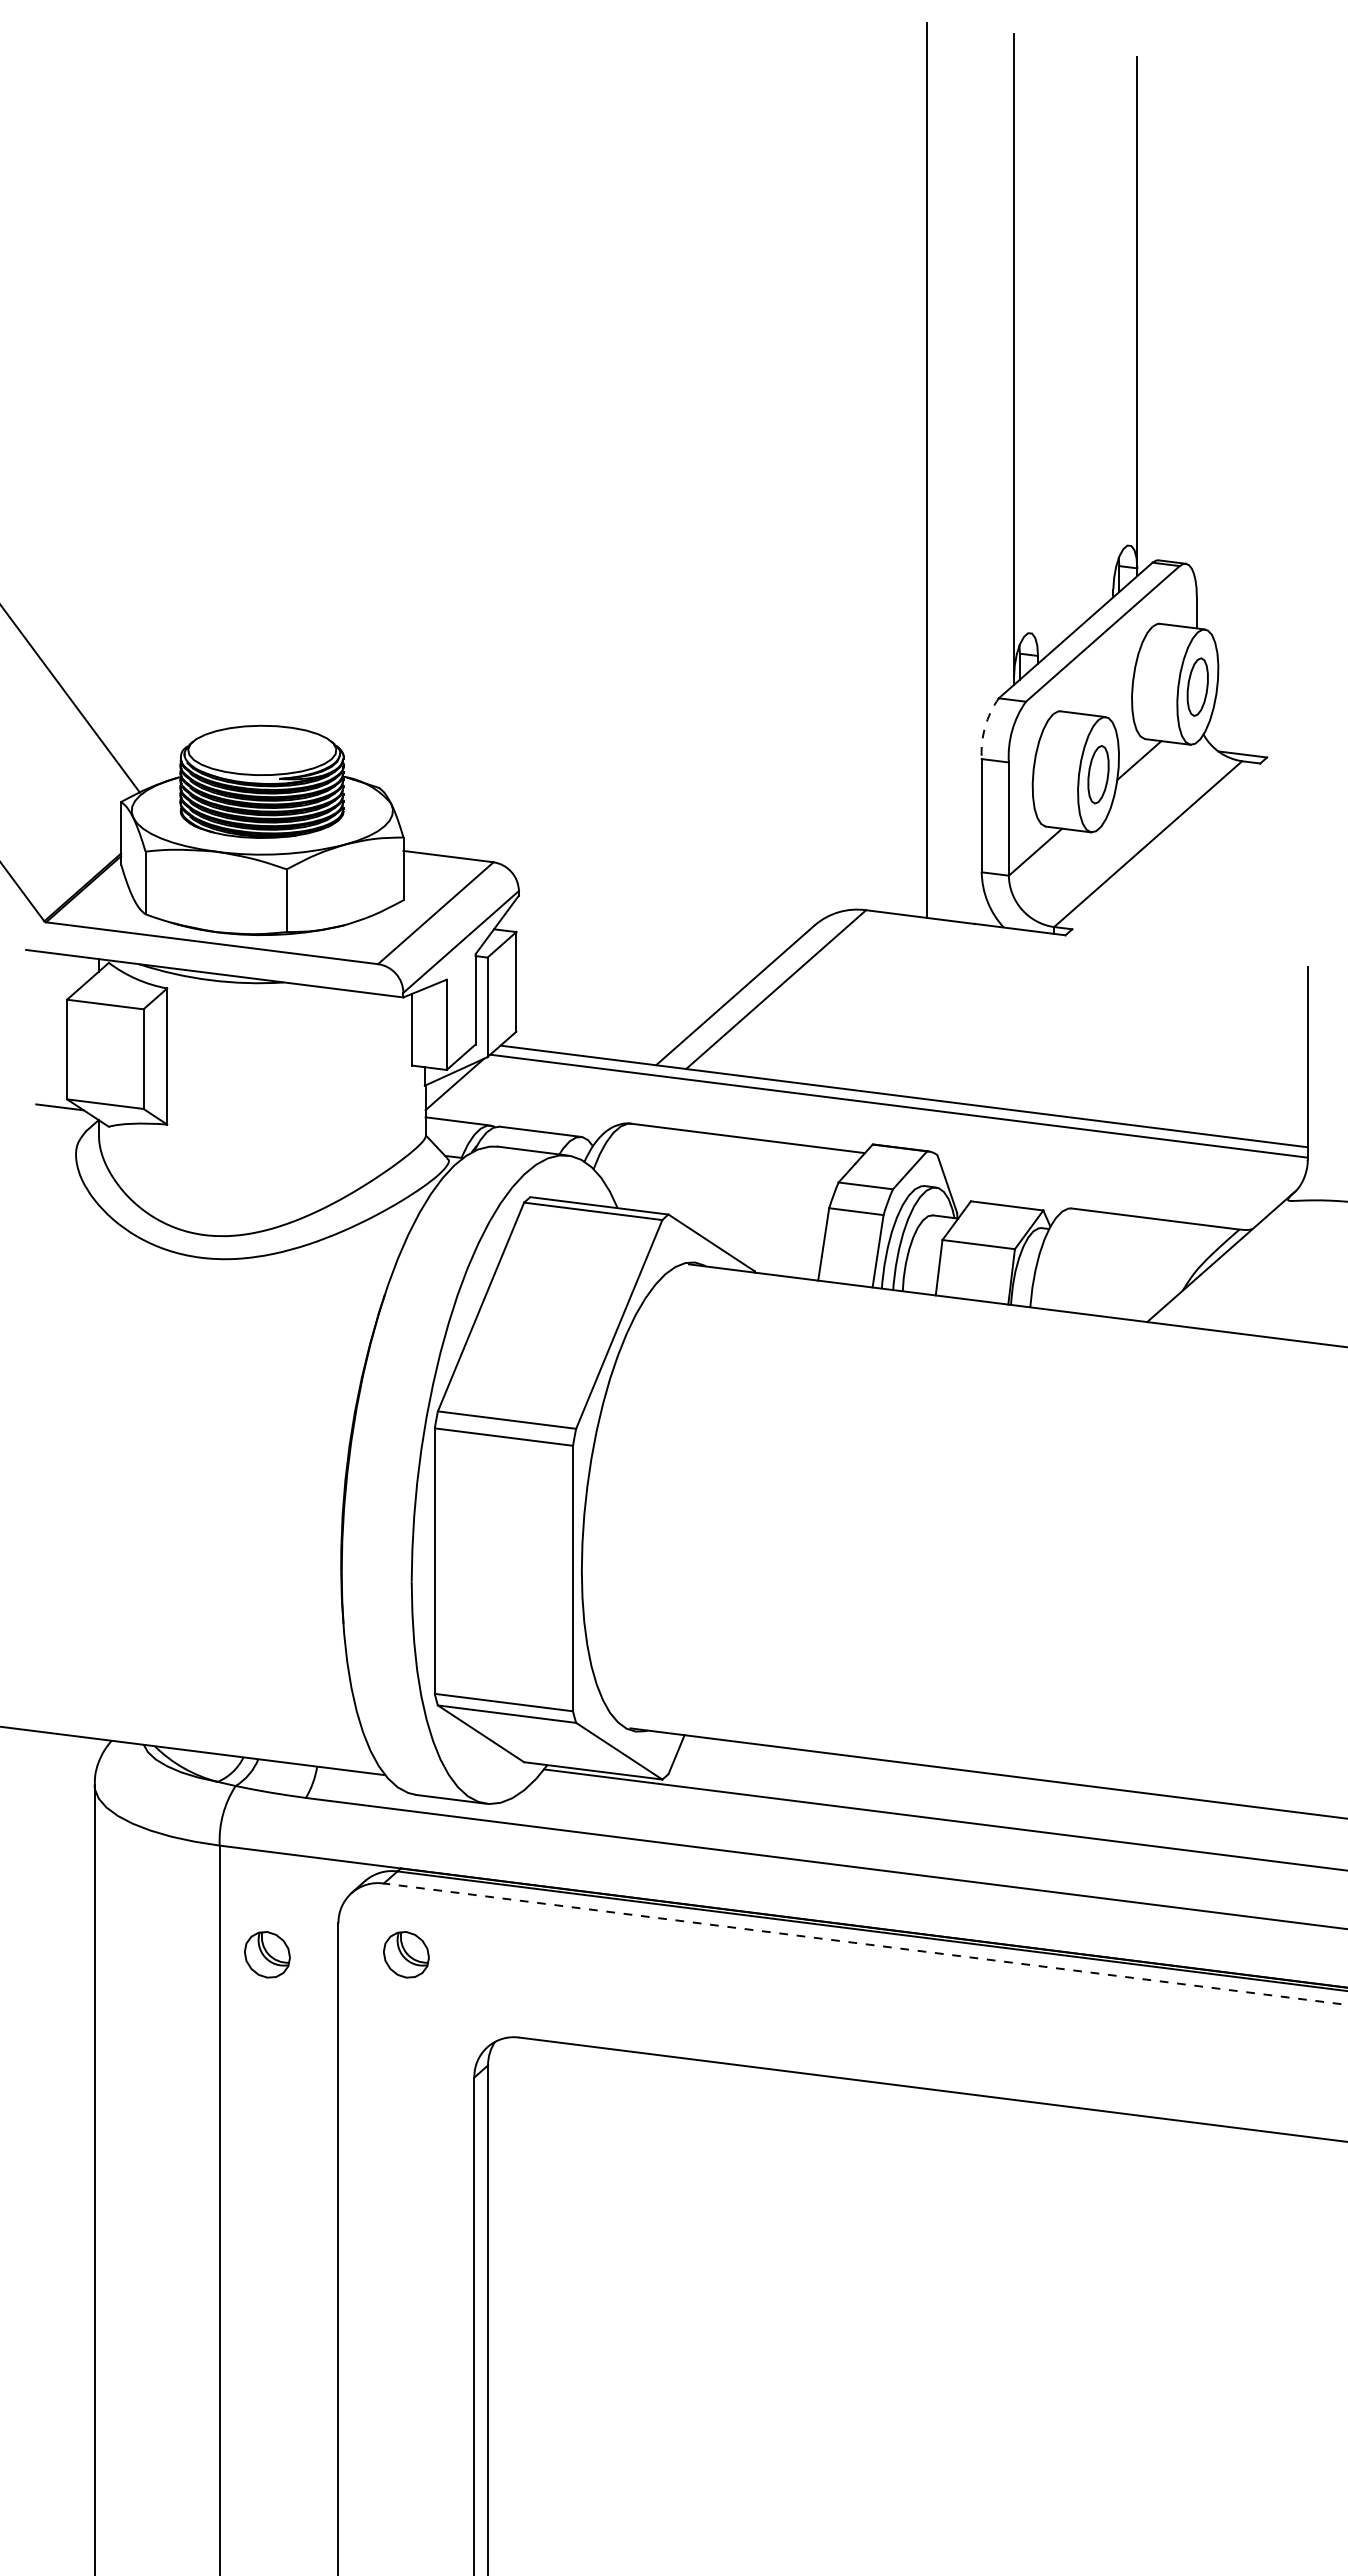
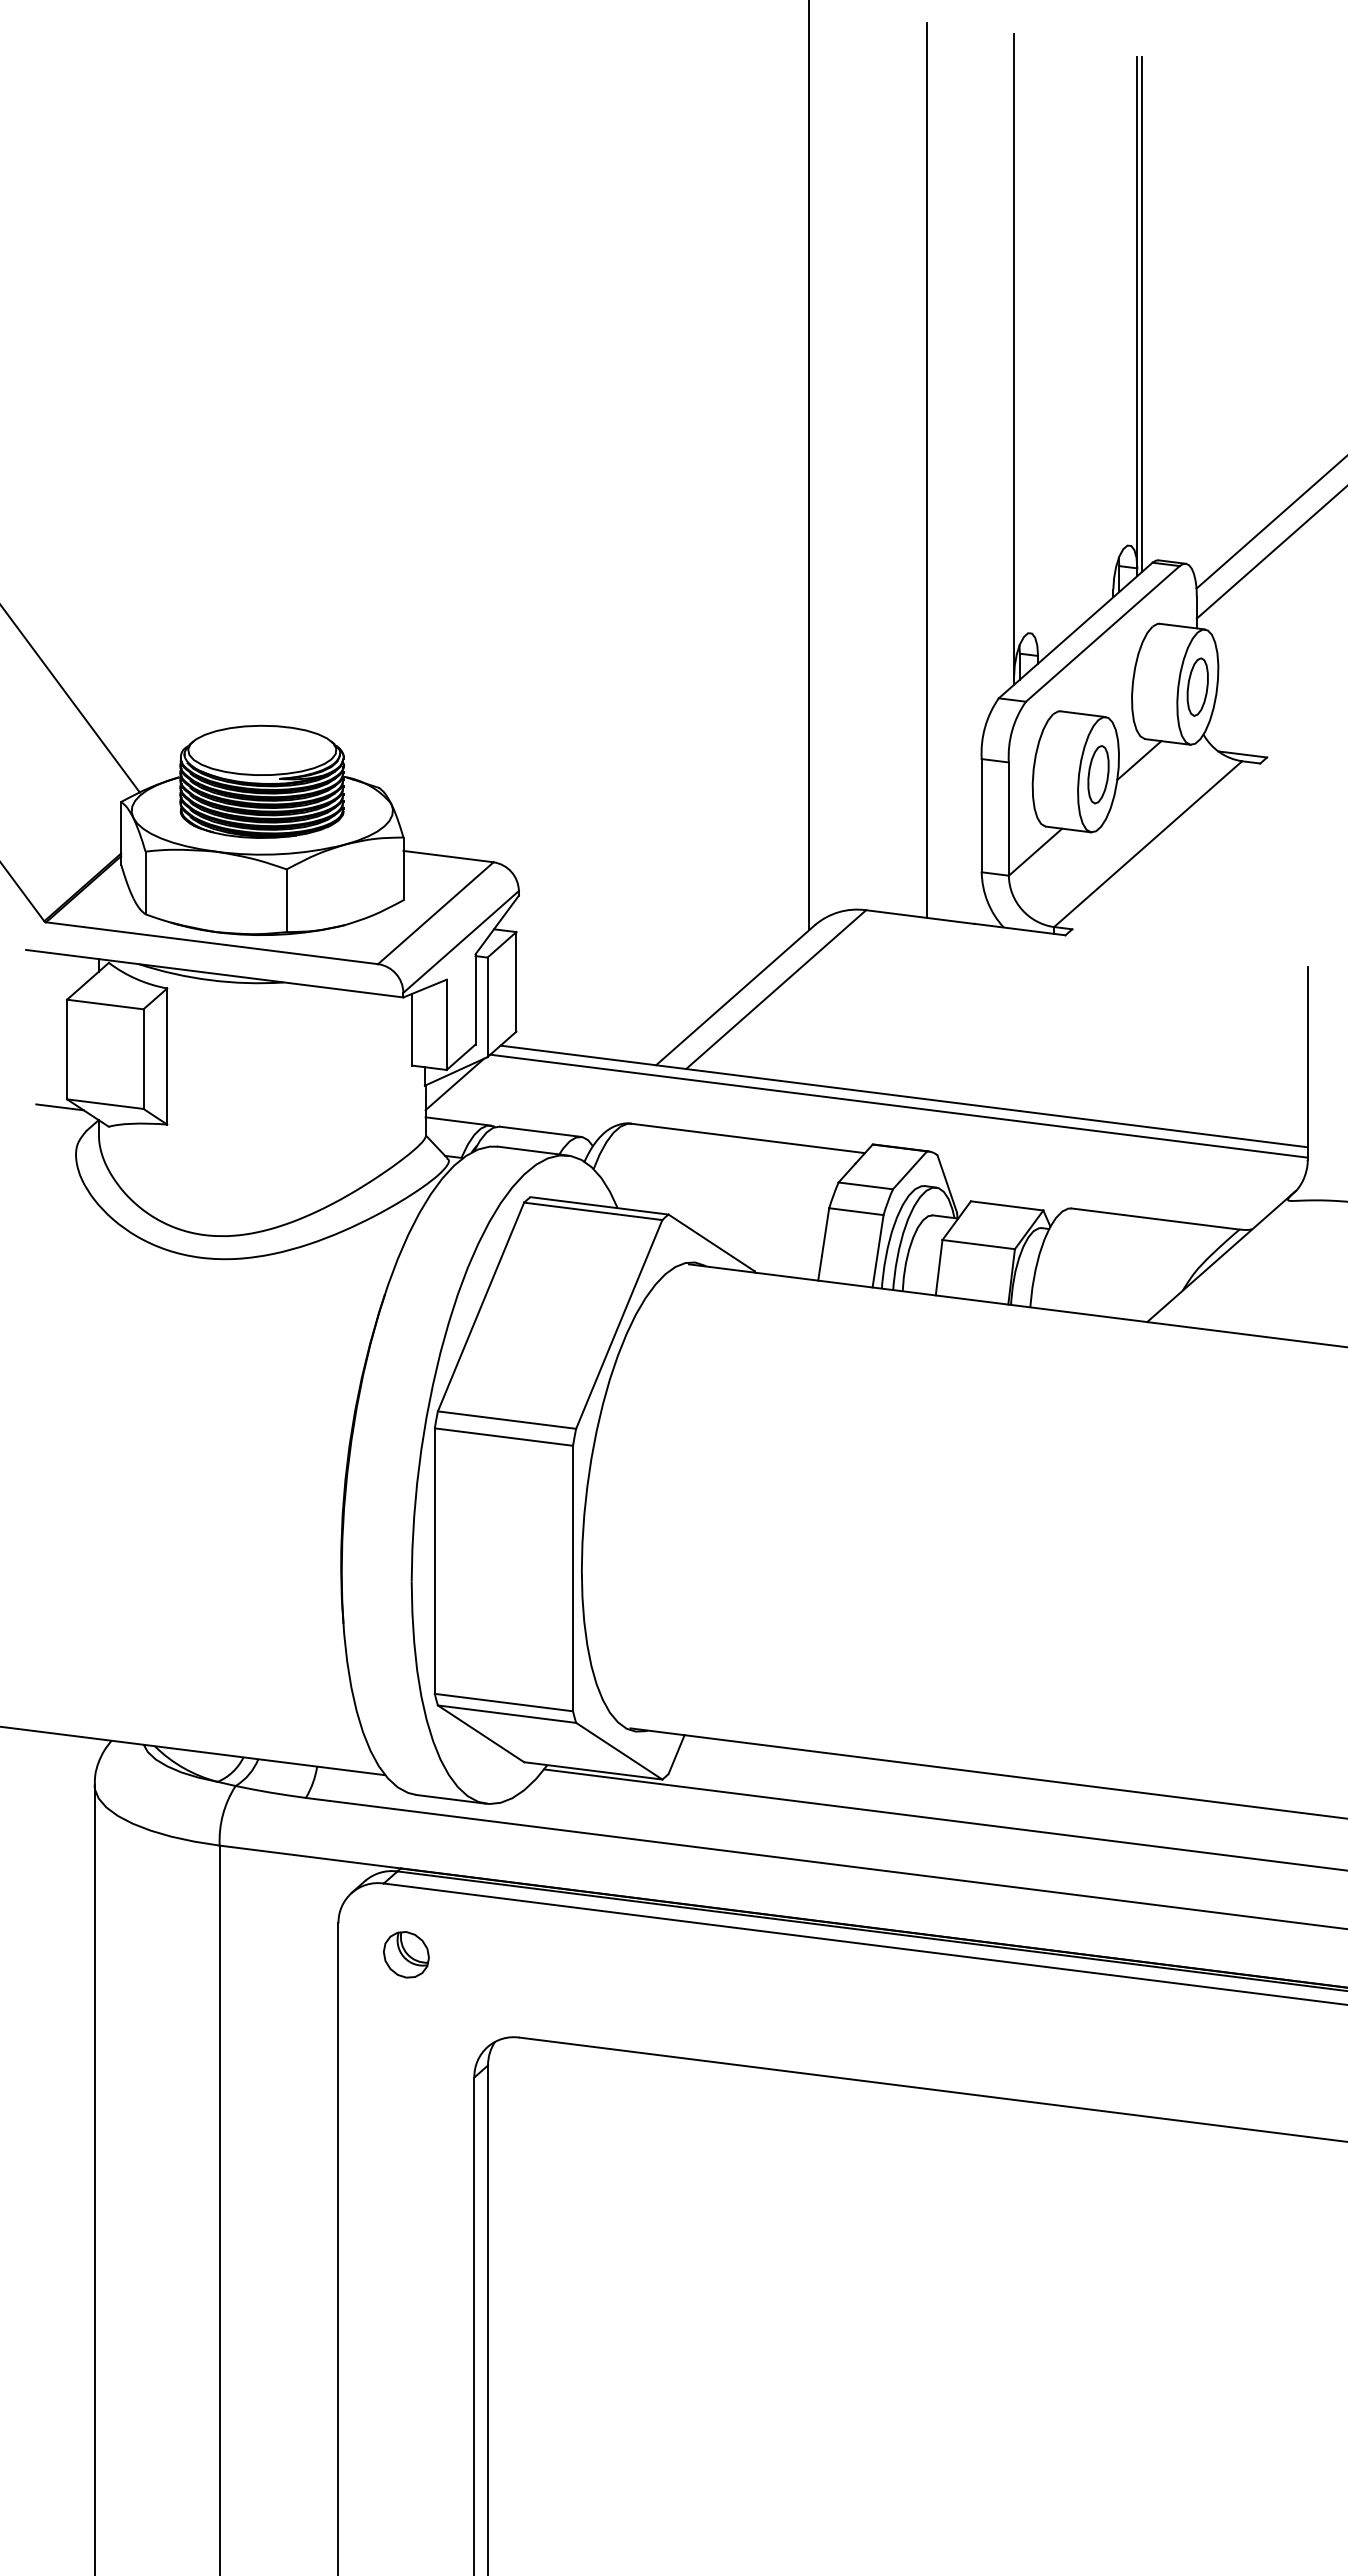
line at (1141, 314): none -> present
line at (808, 466): none -> present
line at (1270, 523): none -> present
line at (1270, 553): none -> present
arc at (985, 727): dashed -> solid
line at (864, 1944): dashed -> solid
part at (267, 1954): present -> none
